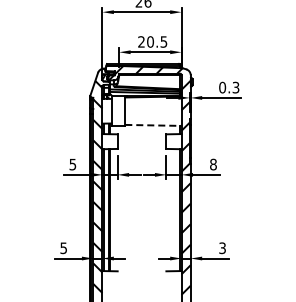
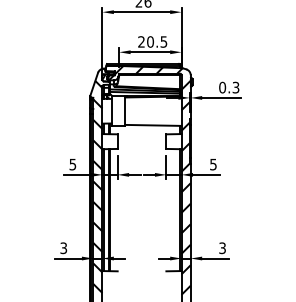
line at (153, 125): dashed -> solid
text at (213, 164): 8 -> 5
text at (63, 247): 5 -> 3
